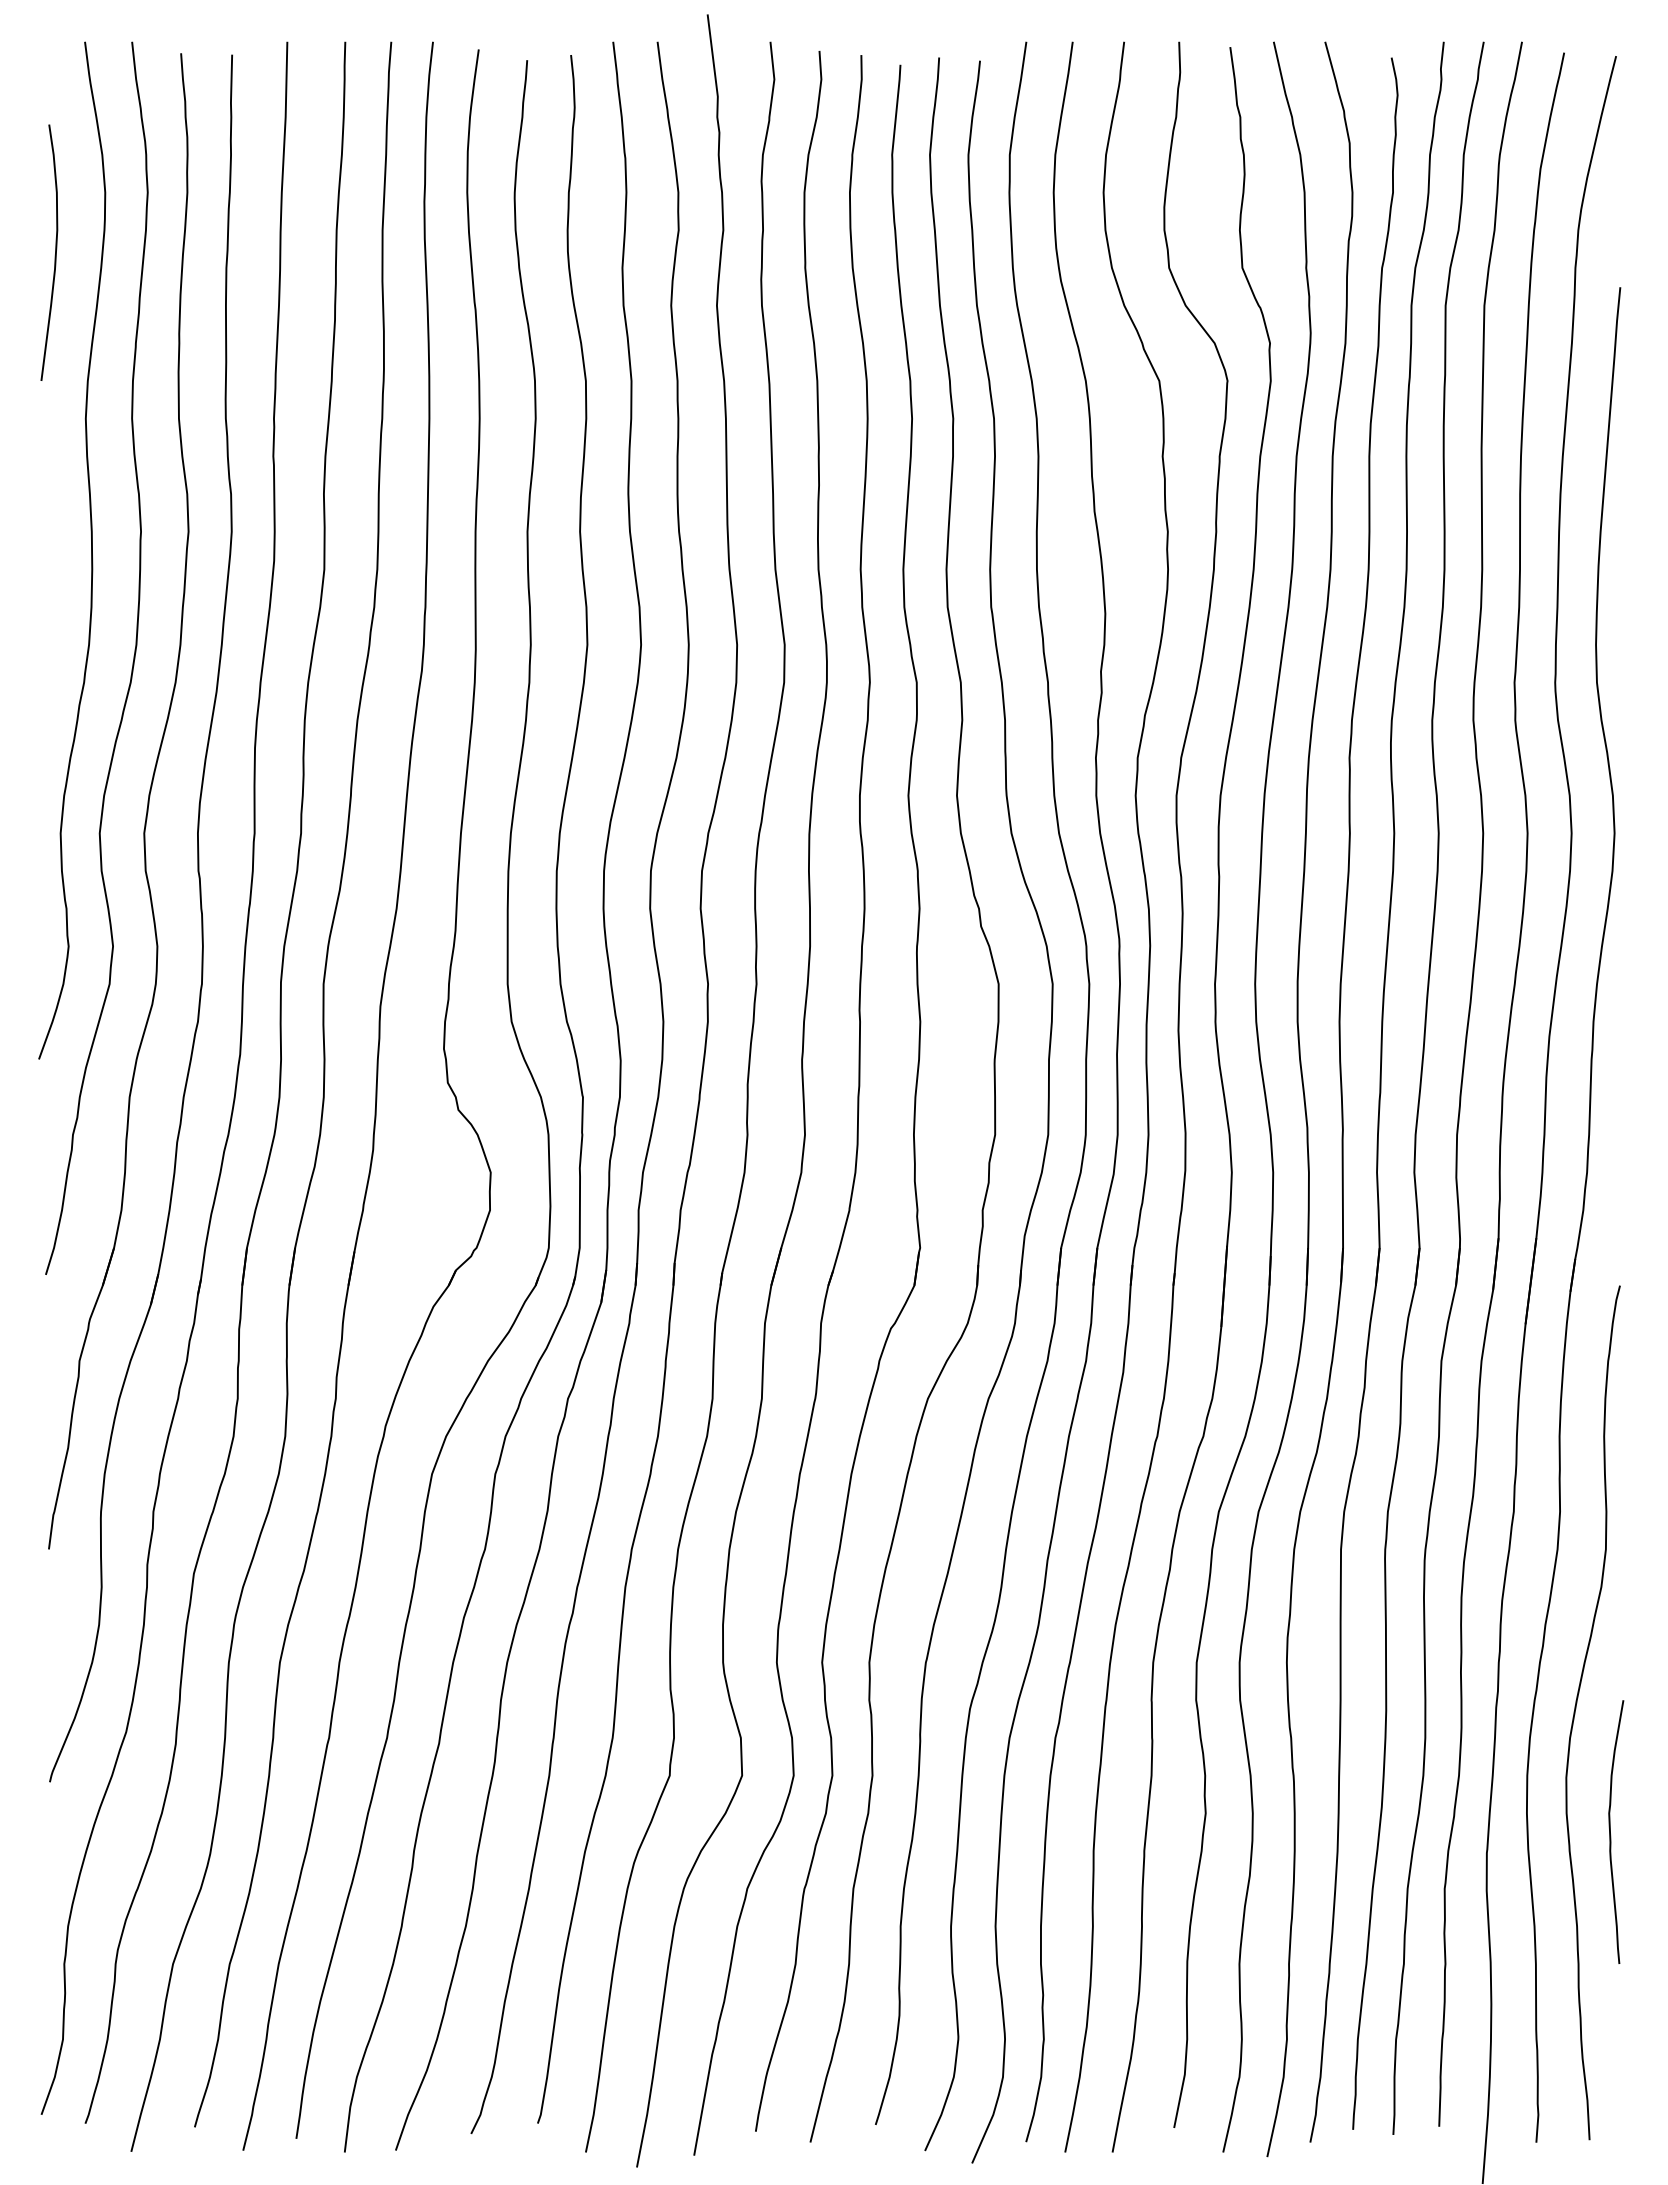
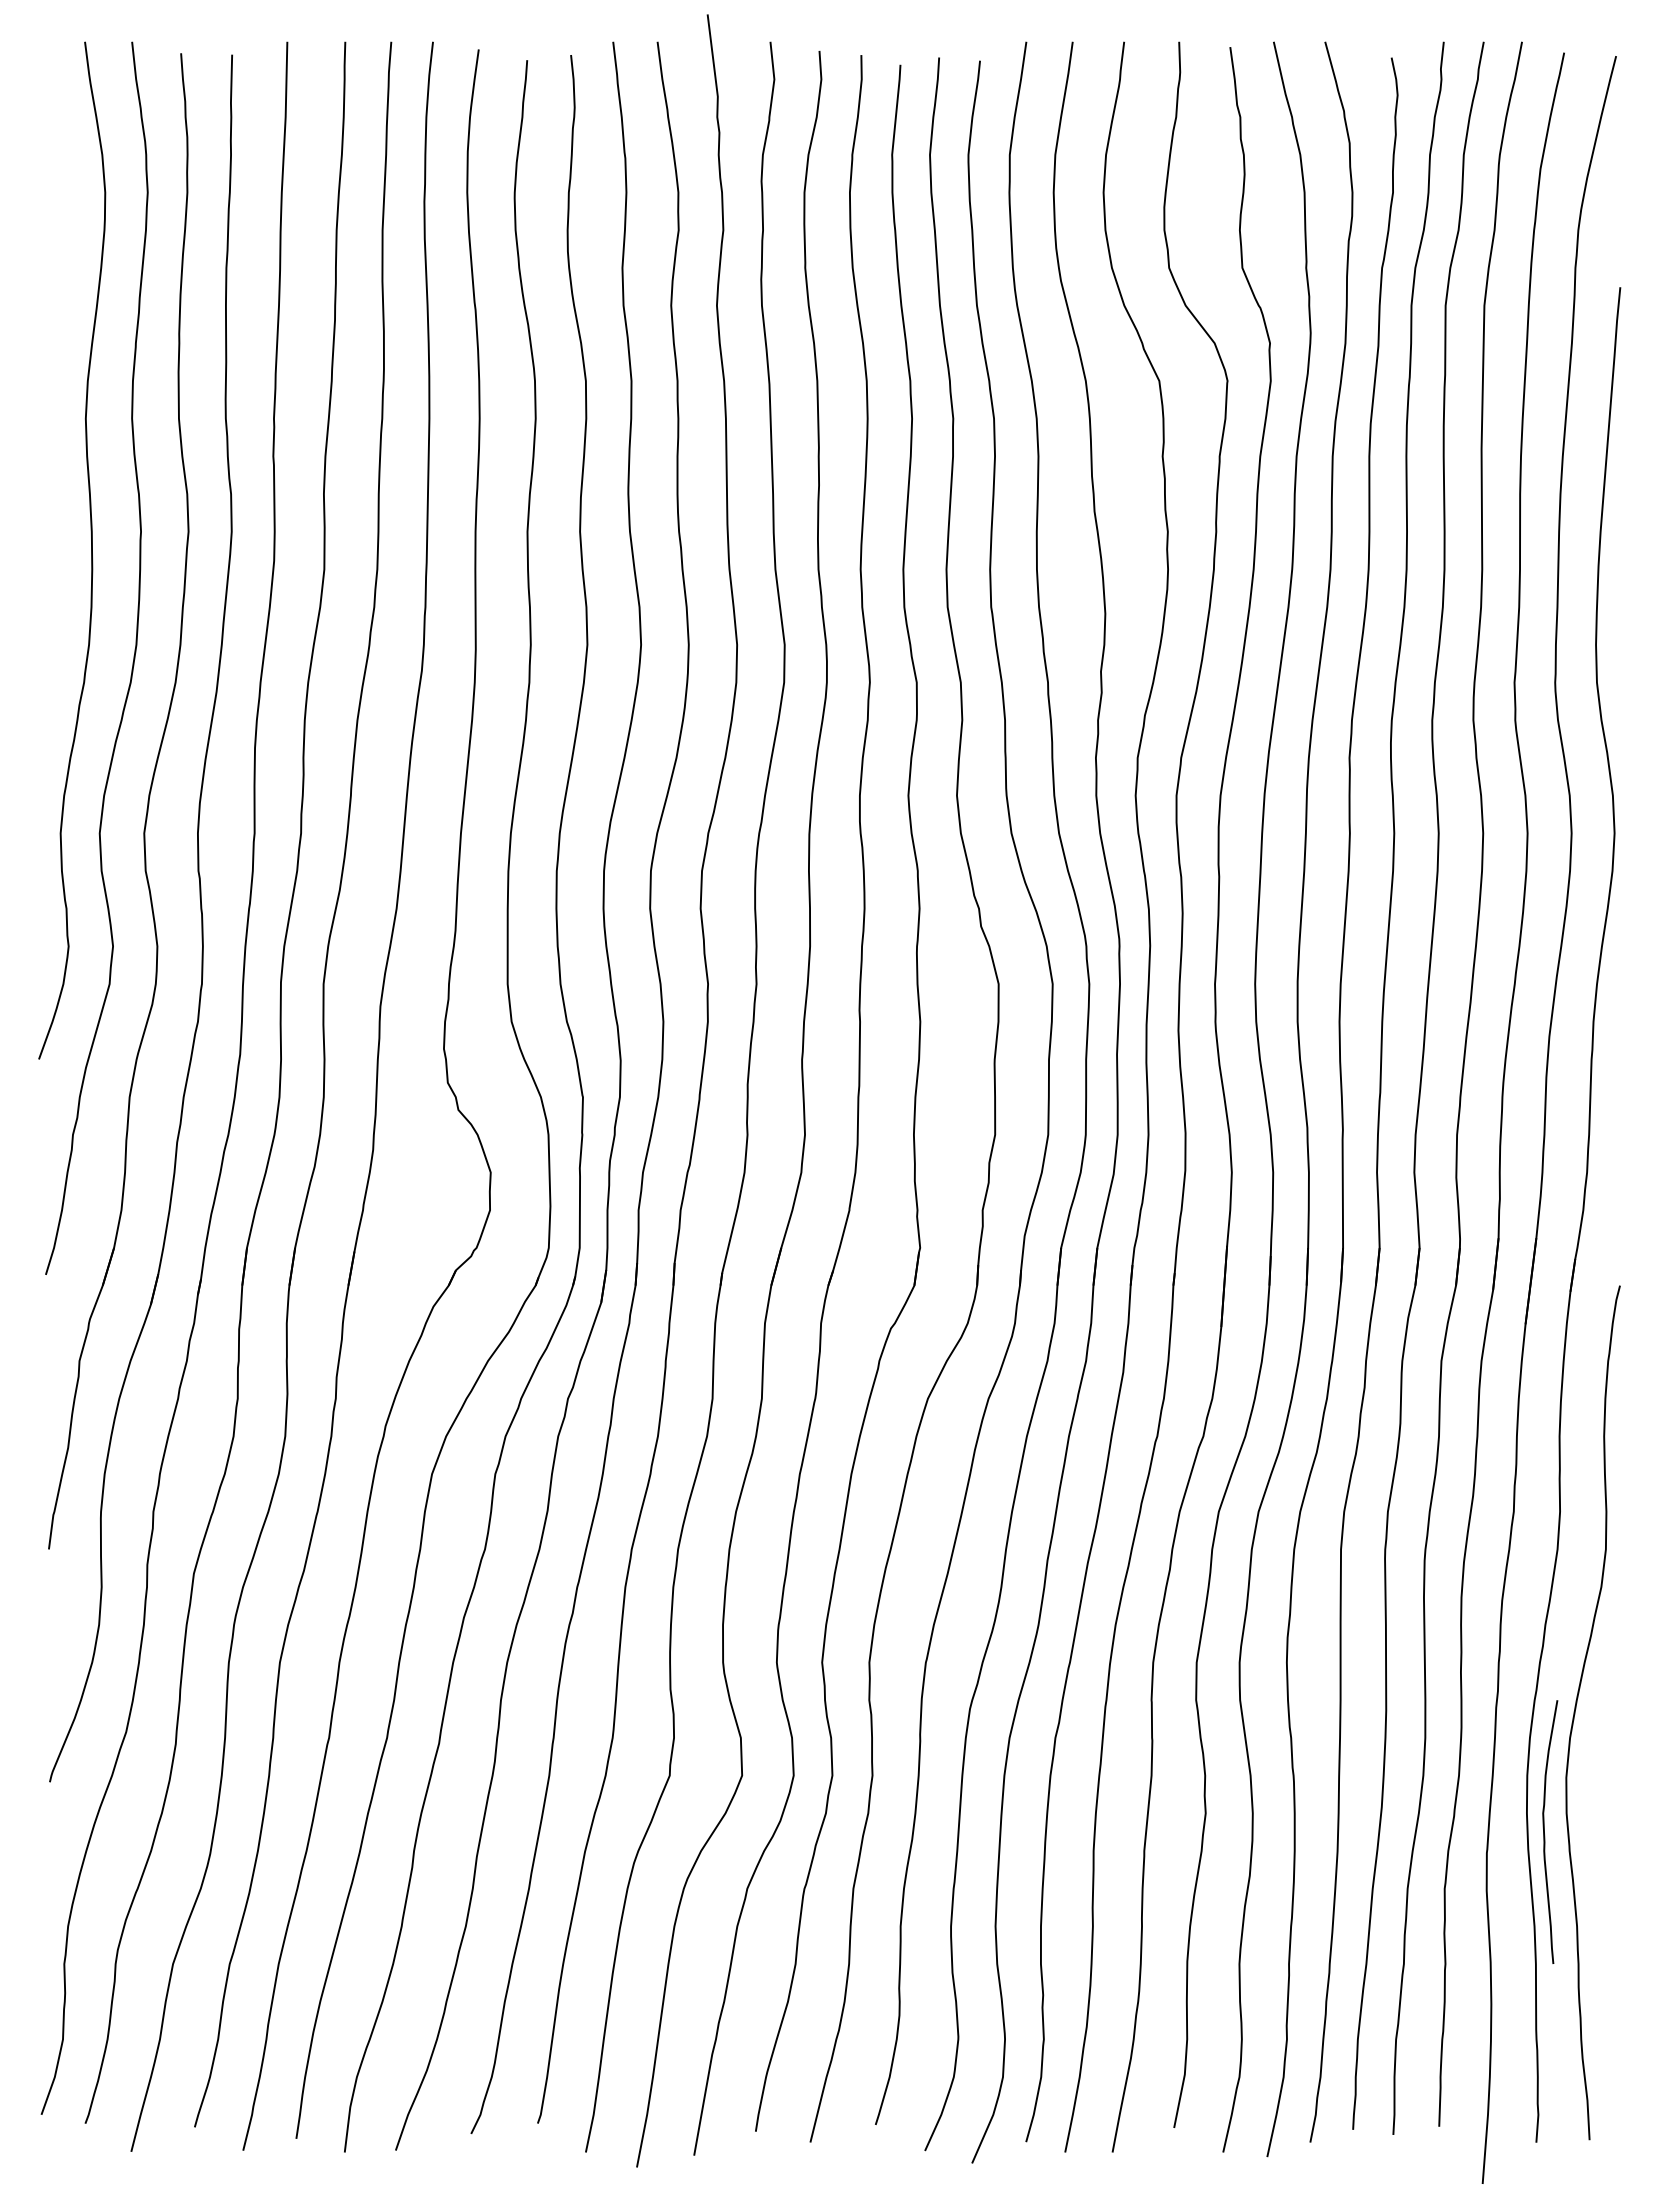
curve at (54, 255): present -> none
curve at (1610, 1831) position: (1610, 1831) -> (1544, 1831)
